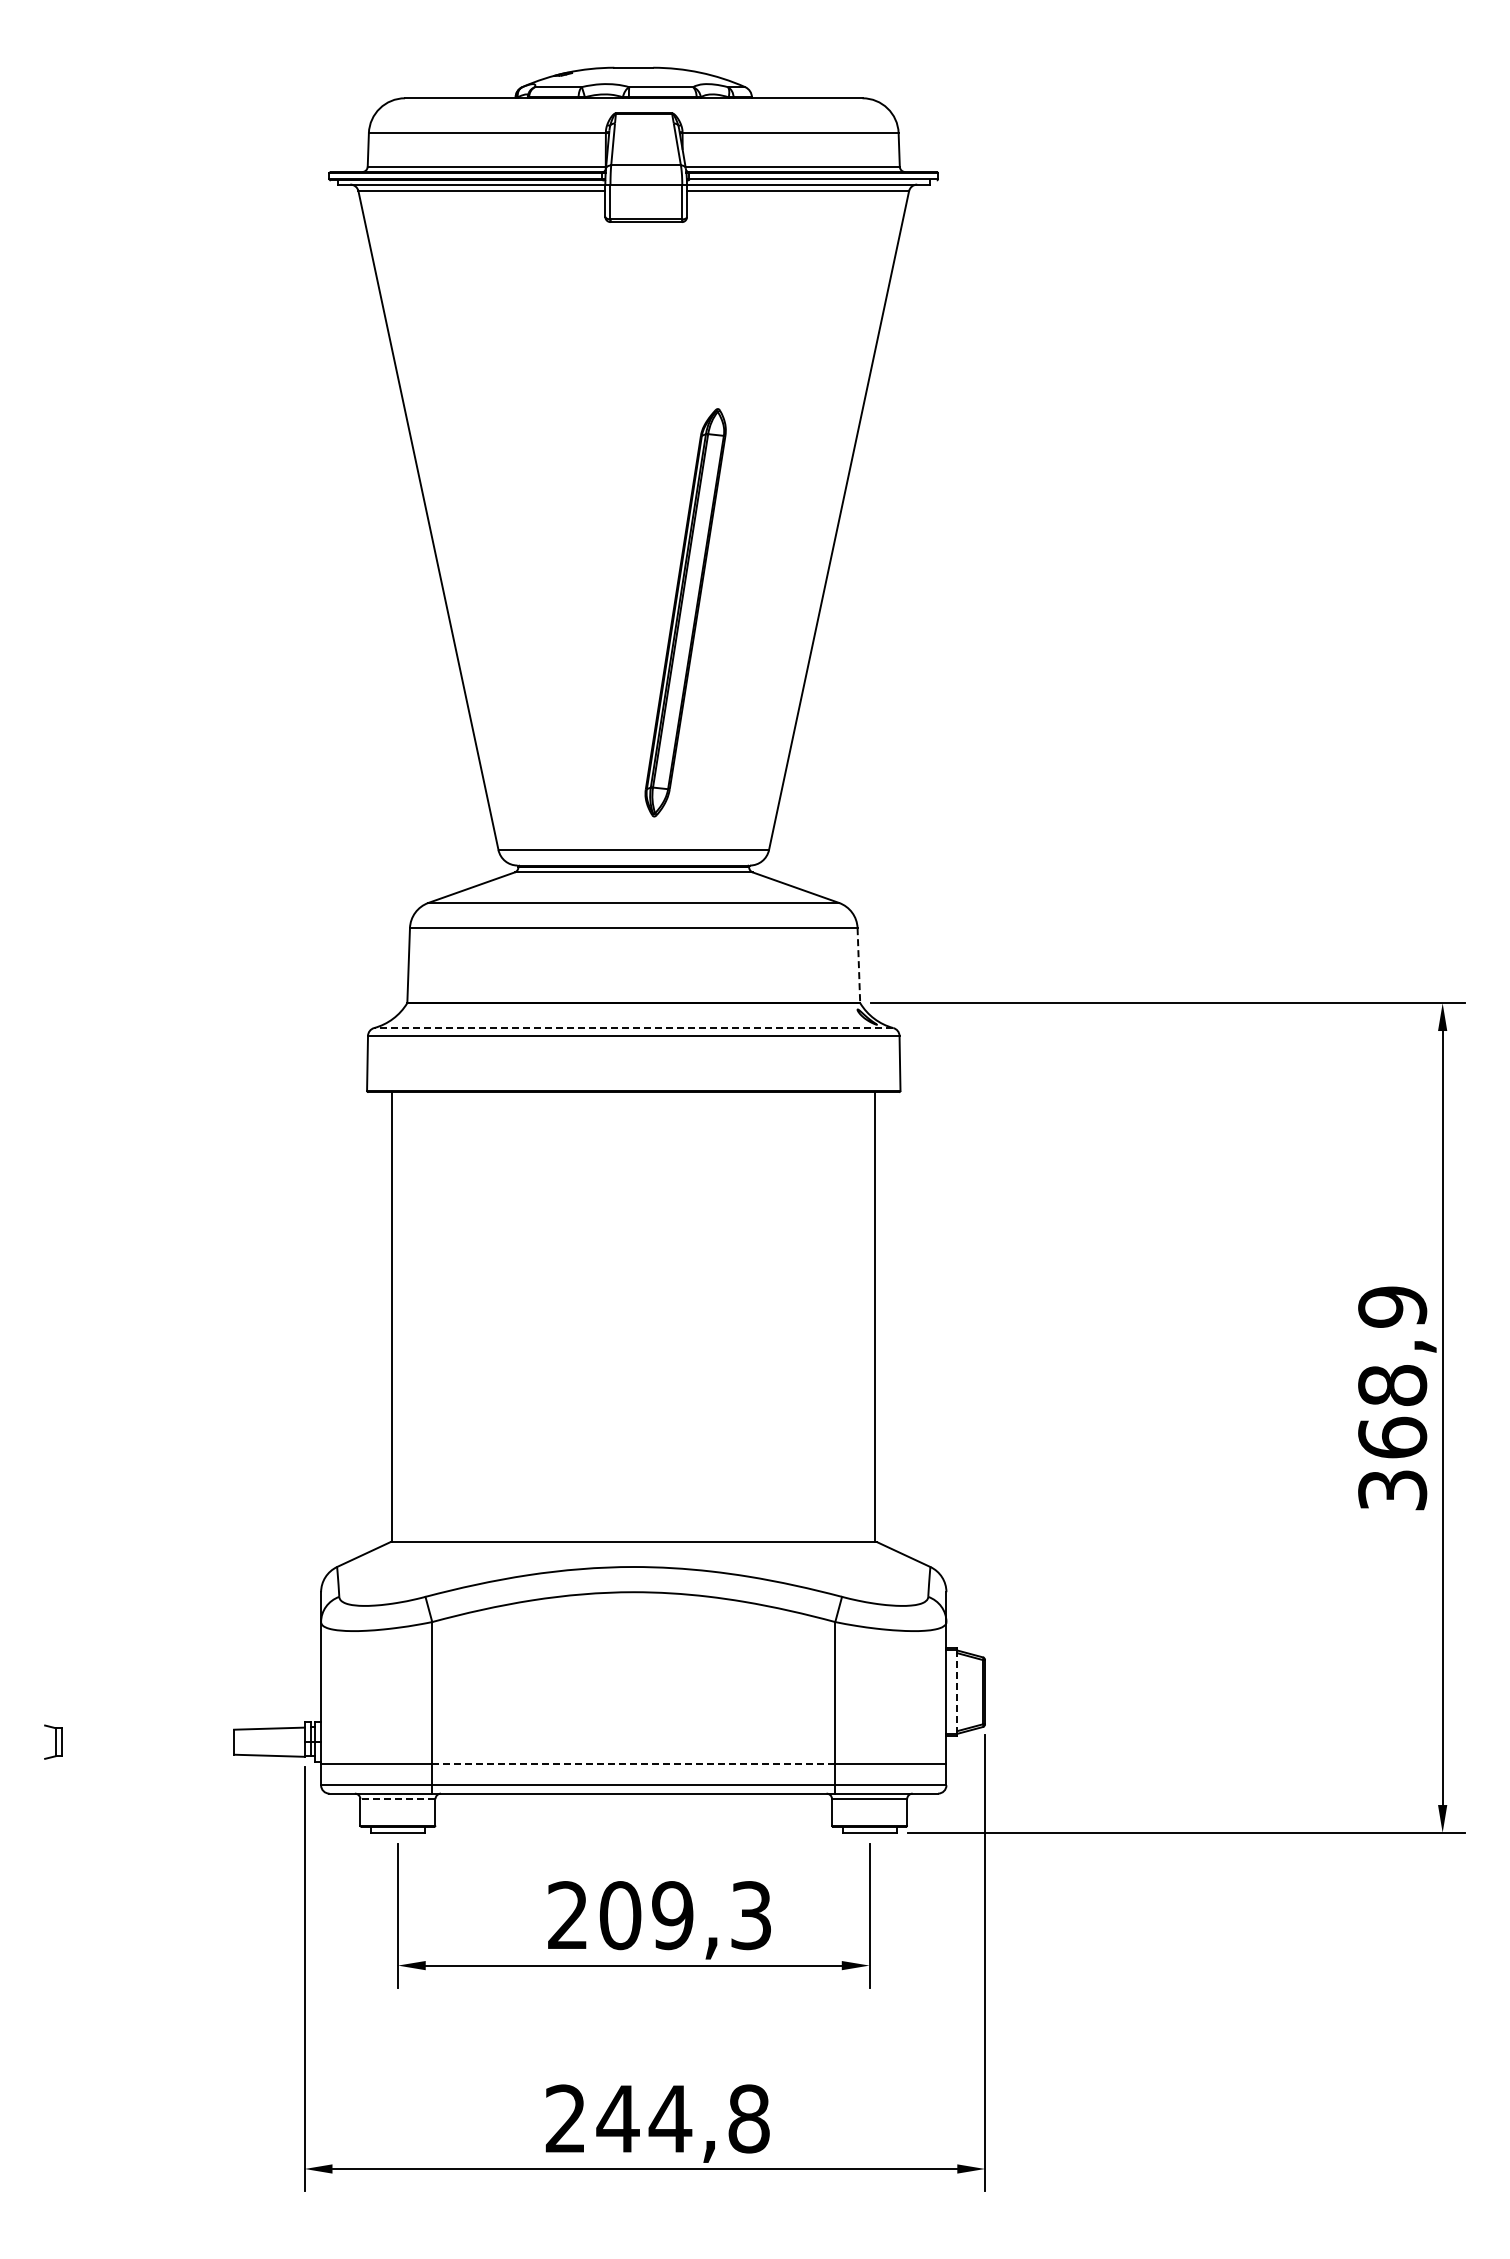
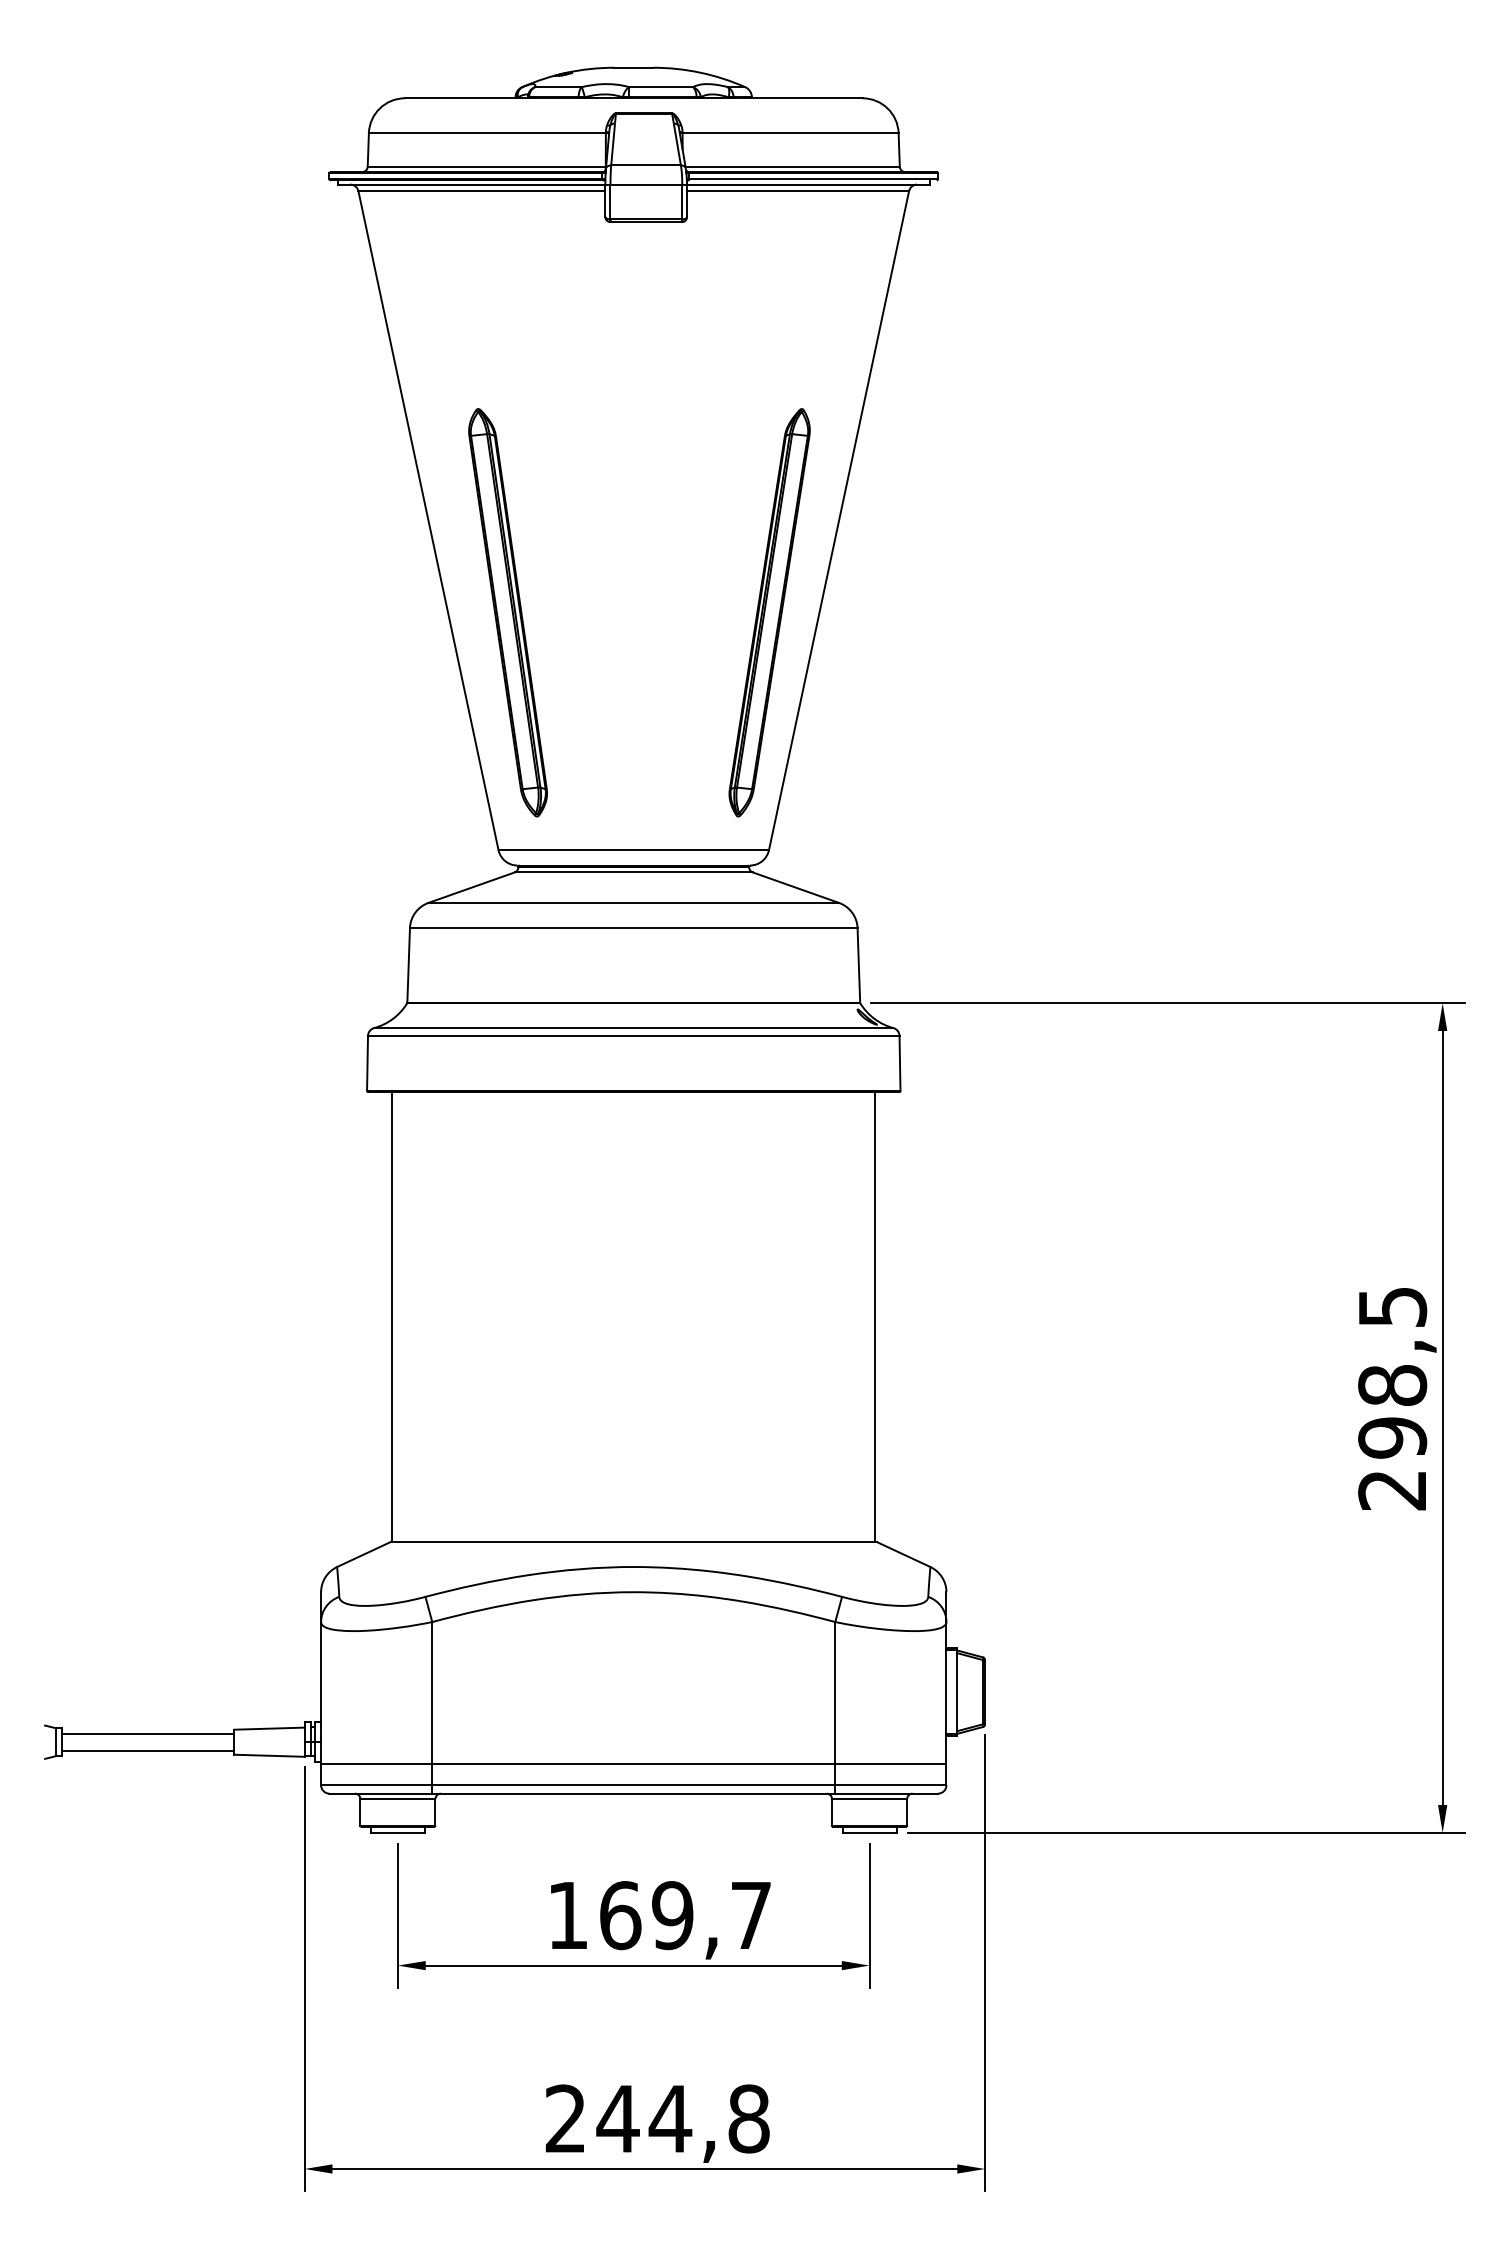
part at (507, 612): none -> present
part at (685, 612) position: (685, 612) -> (769, 612)
line at (858, 966): dashed -> solid
line at (633, 1028): dashed -> solid
text at (1392, 1398): 368,9 -> 298,5
line at (957, 1692): dashed -> solid
line at (147, 1733): none -> present
line at (147, 1750): none -> present
line at (633, 1764): dashed -> solid
line at (397, 1799): dashed -> solid
text at (659, 1915): 209,3 -> 169,7
